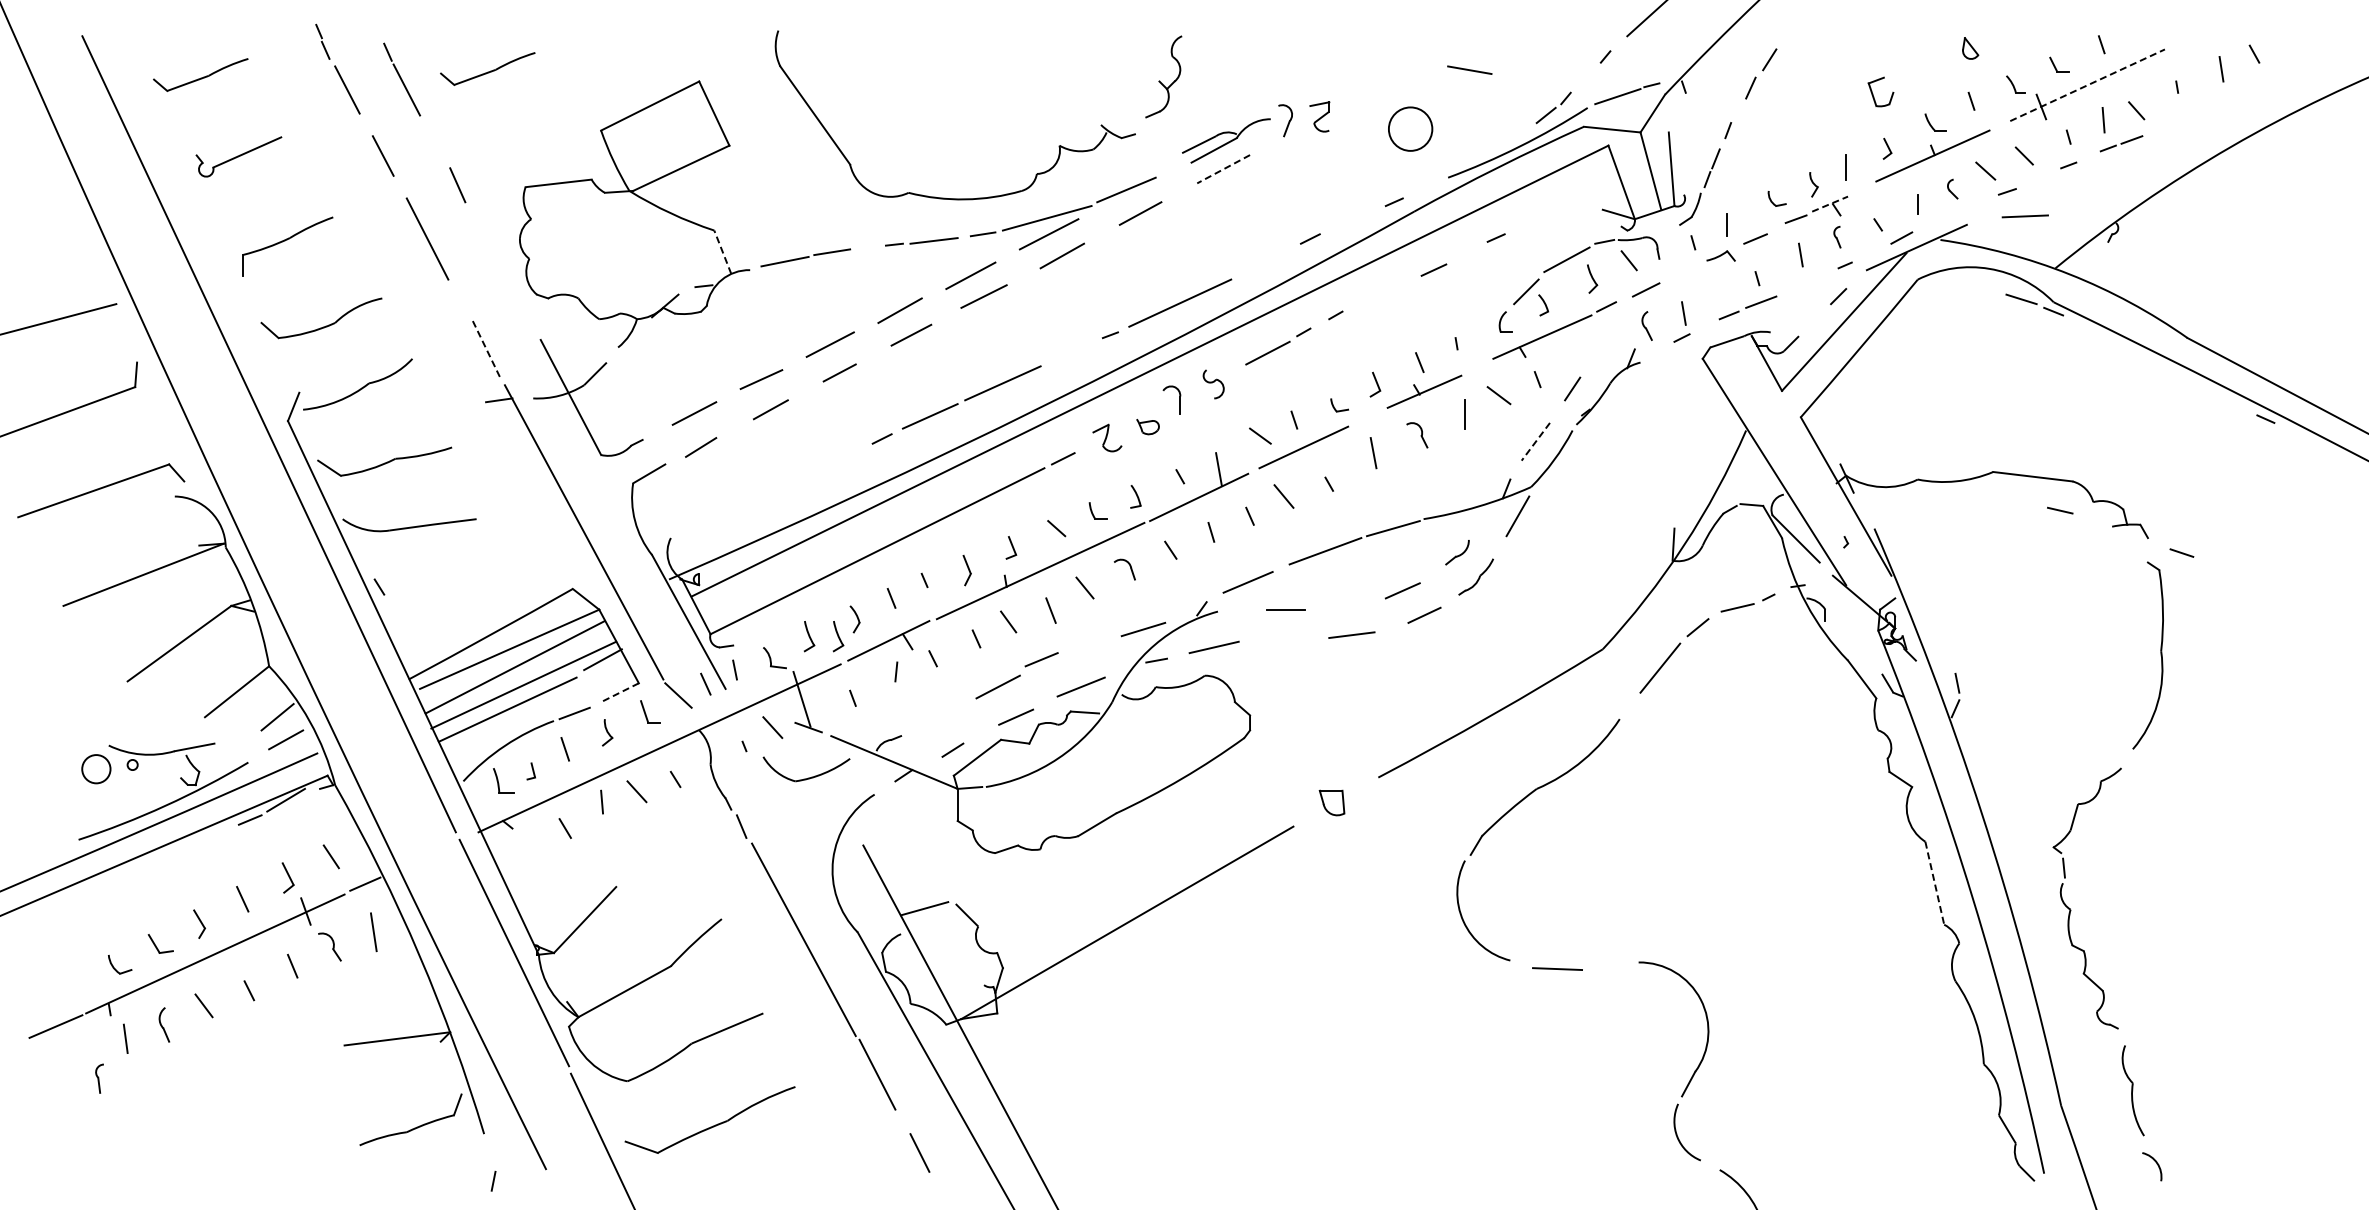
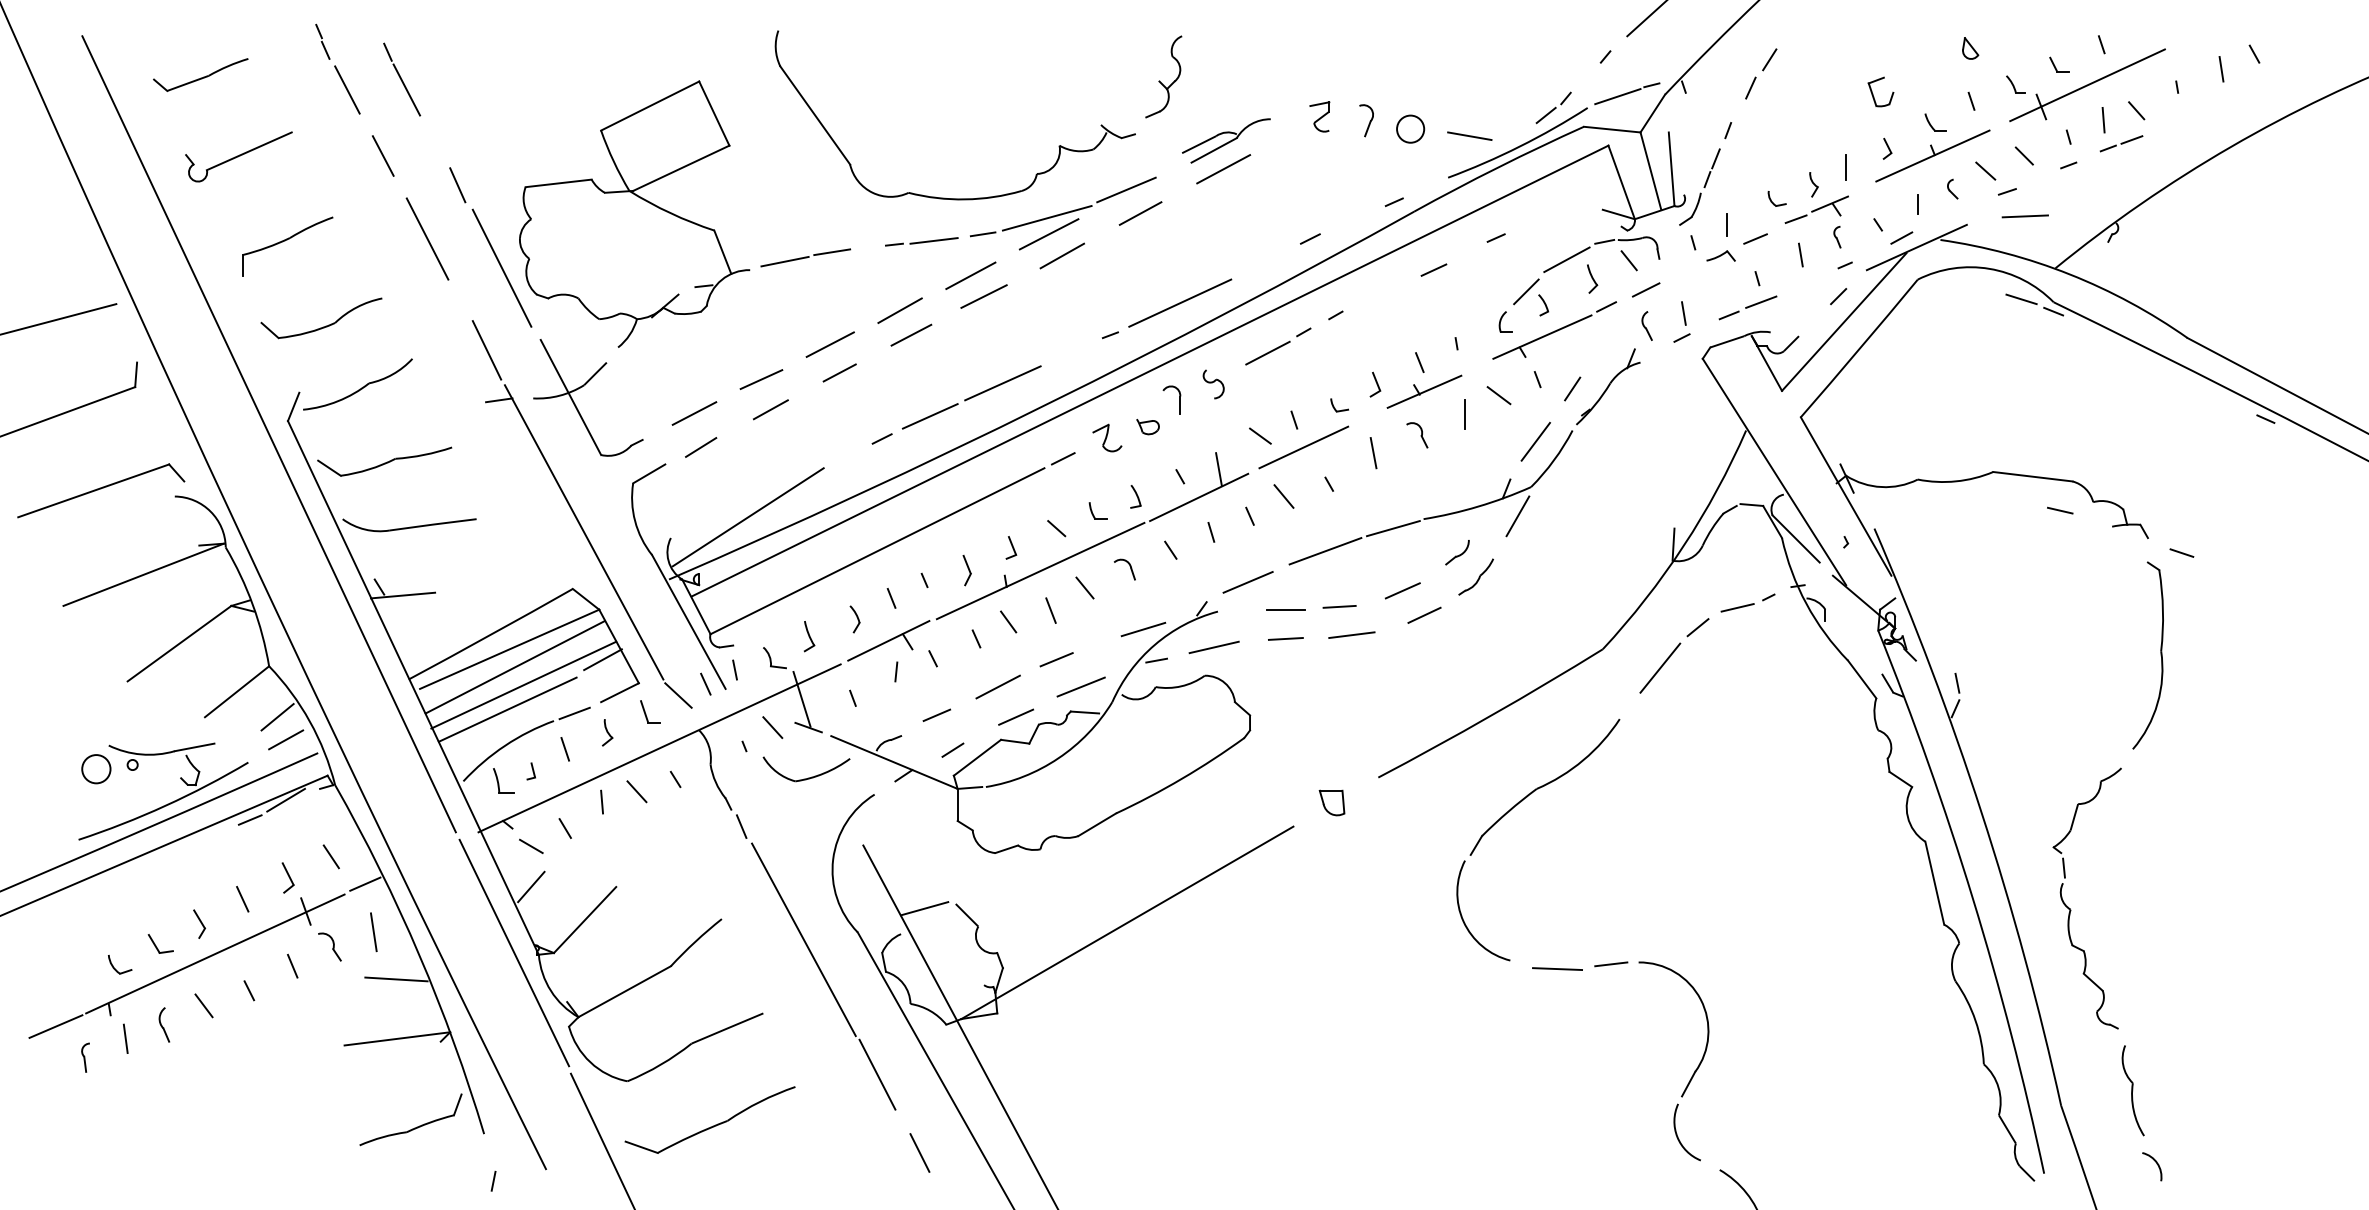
part at (487, 68): present -> none
line at (1469, 69) position: (1469, 69) -> (1469, 135)
line at (2088, 85): dashed -> solid
part at (1285, 120) position: (1285, 120) -> (1366, 120)
circle at (1410, 128) diameter: 43 px -> 27 px
part at (238, 156) size: 88x42 px -> 108x52 px
line at (1223, 169): dashed -> solid
line at (1830, 203): dashed -> solid
line at (722, 251): dashed -> solid
line at (501, 267): none -> present
line at (487, 350): dashed -> solid
line at (1535, 441): dashed -> solid
line at (747, 517): none -> present
line at (403, 595): none -> present
line at (1339, 606): none -> present
part at (838, 636): present -> none
line at (1285, 638): none -> present
line at (1041, 659) position: (1041, 659) -> (1056, 659)
line at (619, 692): dashed -> solid
line at (936, 715): none -> present
line at (531, 846): none -> present
line at (1934, 883): dashed -> solid
line at (531, 886): none -> present
line at (1611, 964): none -> present
line at (396, 979): none -> present
part at (99, 1078) position: (99, 1078) -> (85, 1057)
